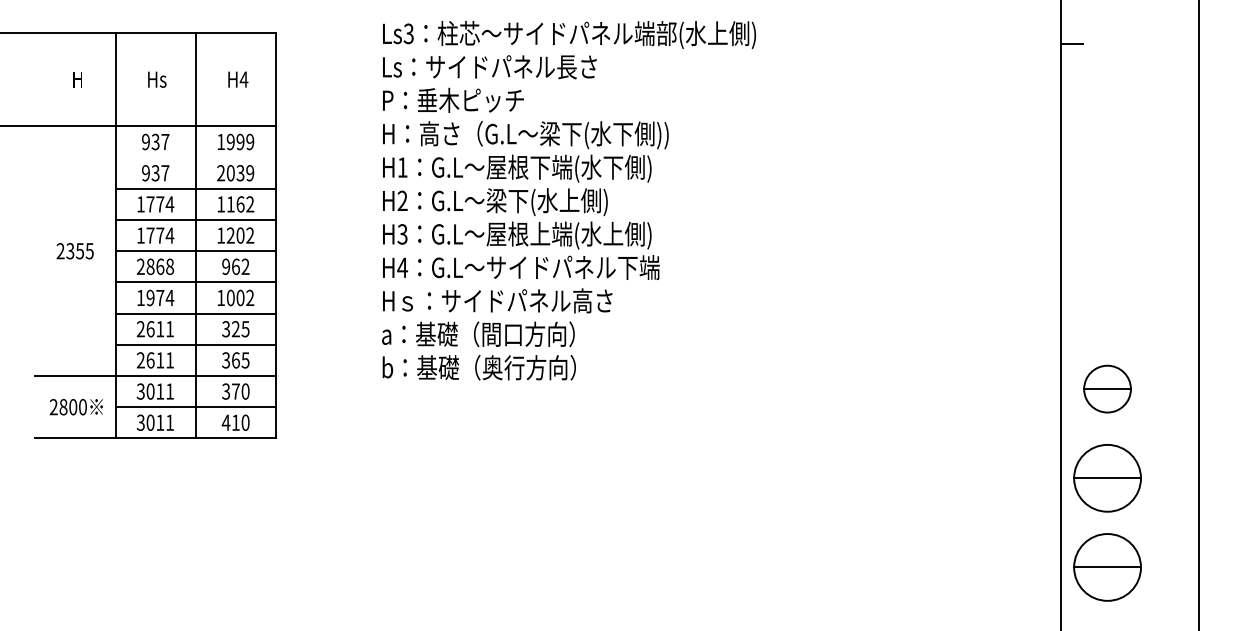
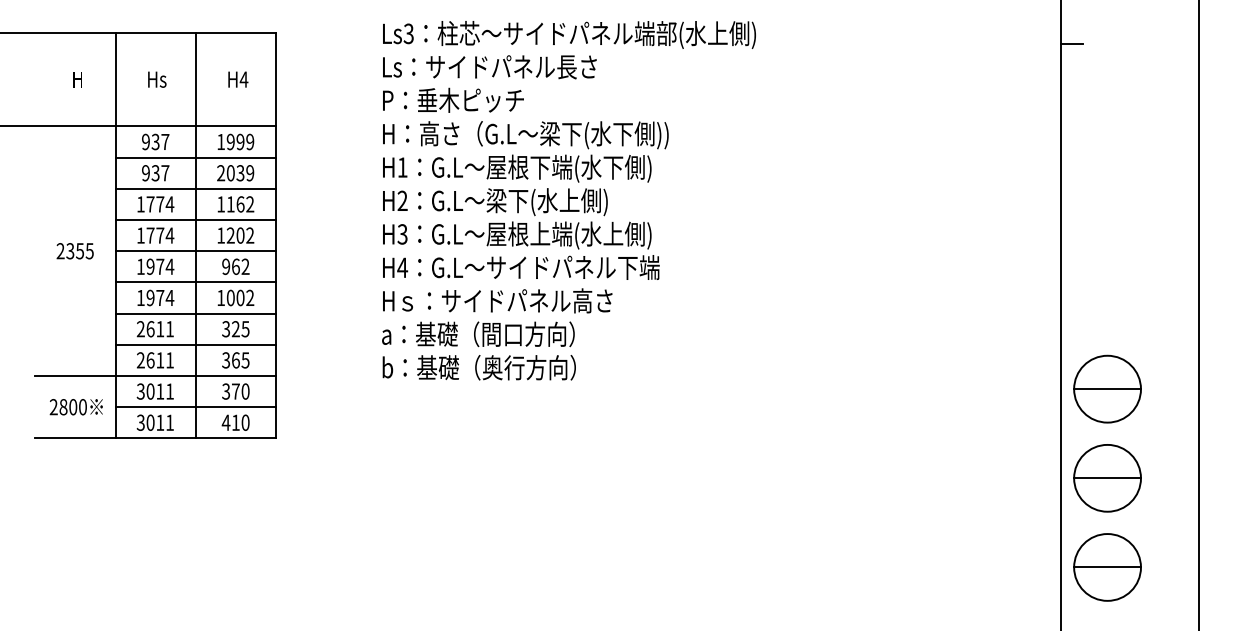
line at (195, 157): none -> present
text at (155, 266): 2868 -> 1974
part at (1107, 388) size: 49x50 px -> 69x70 px
